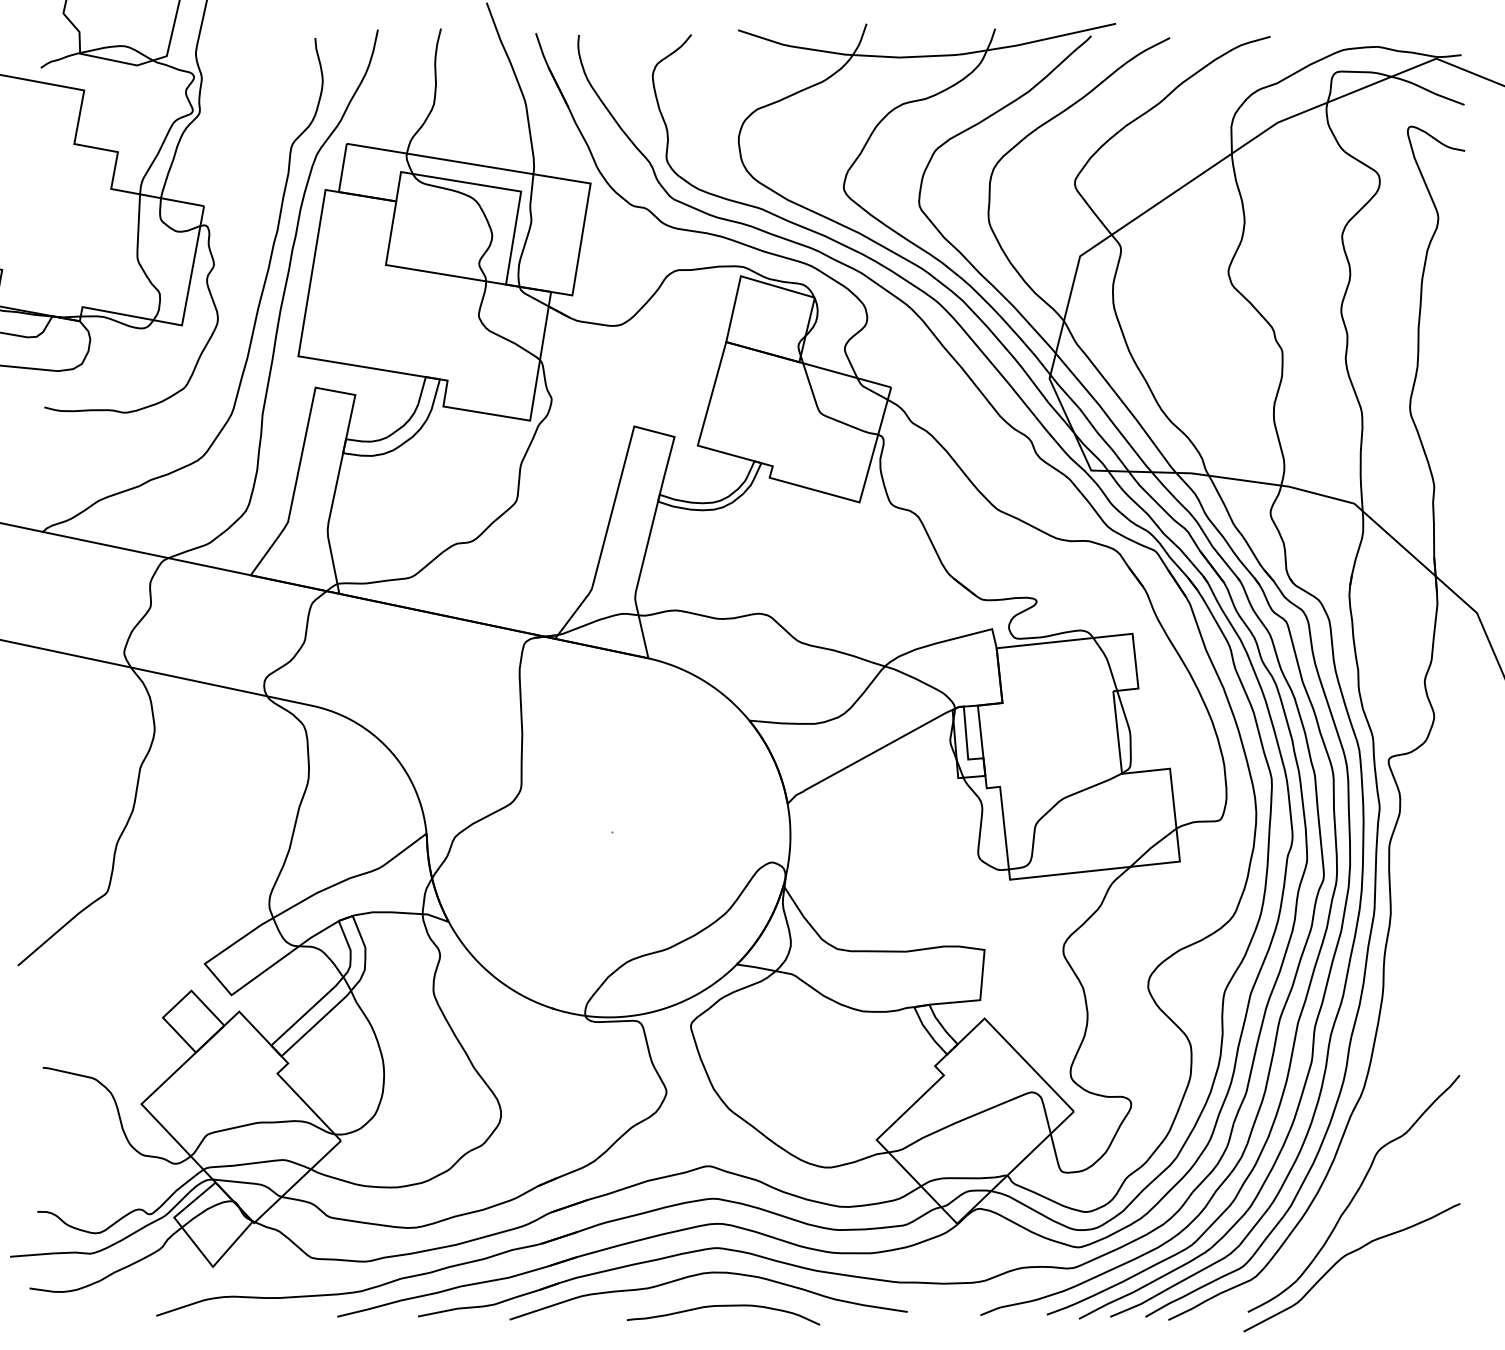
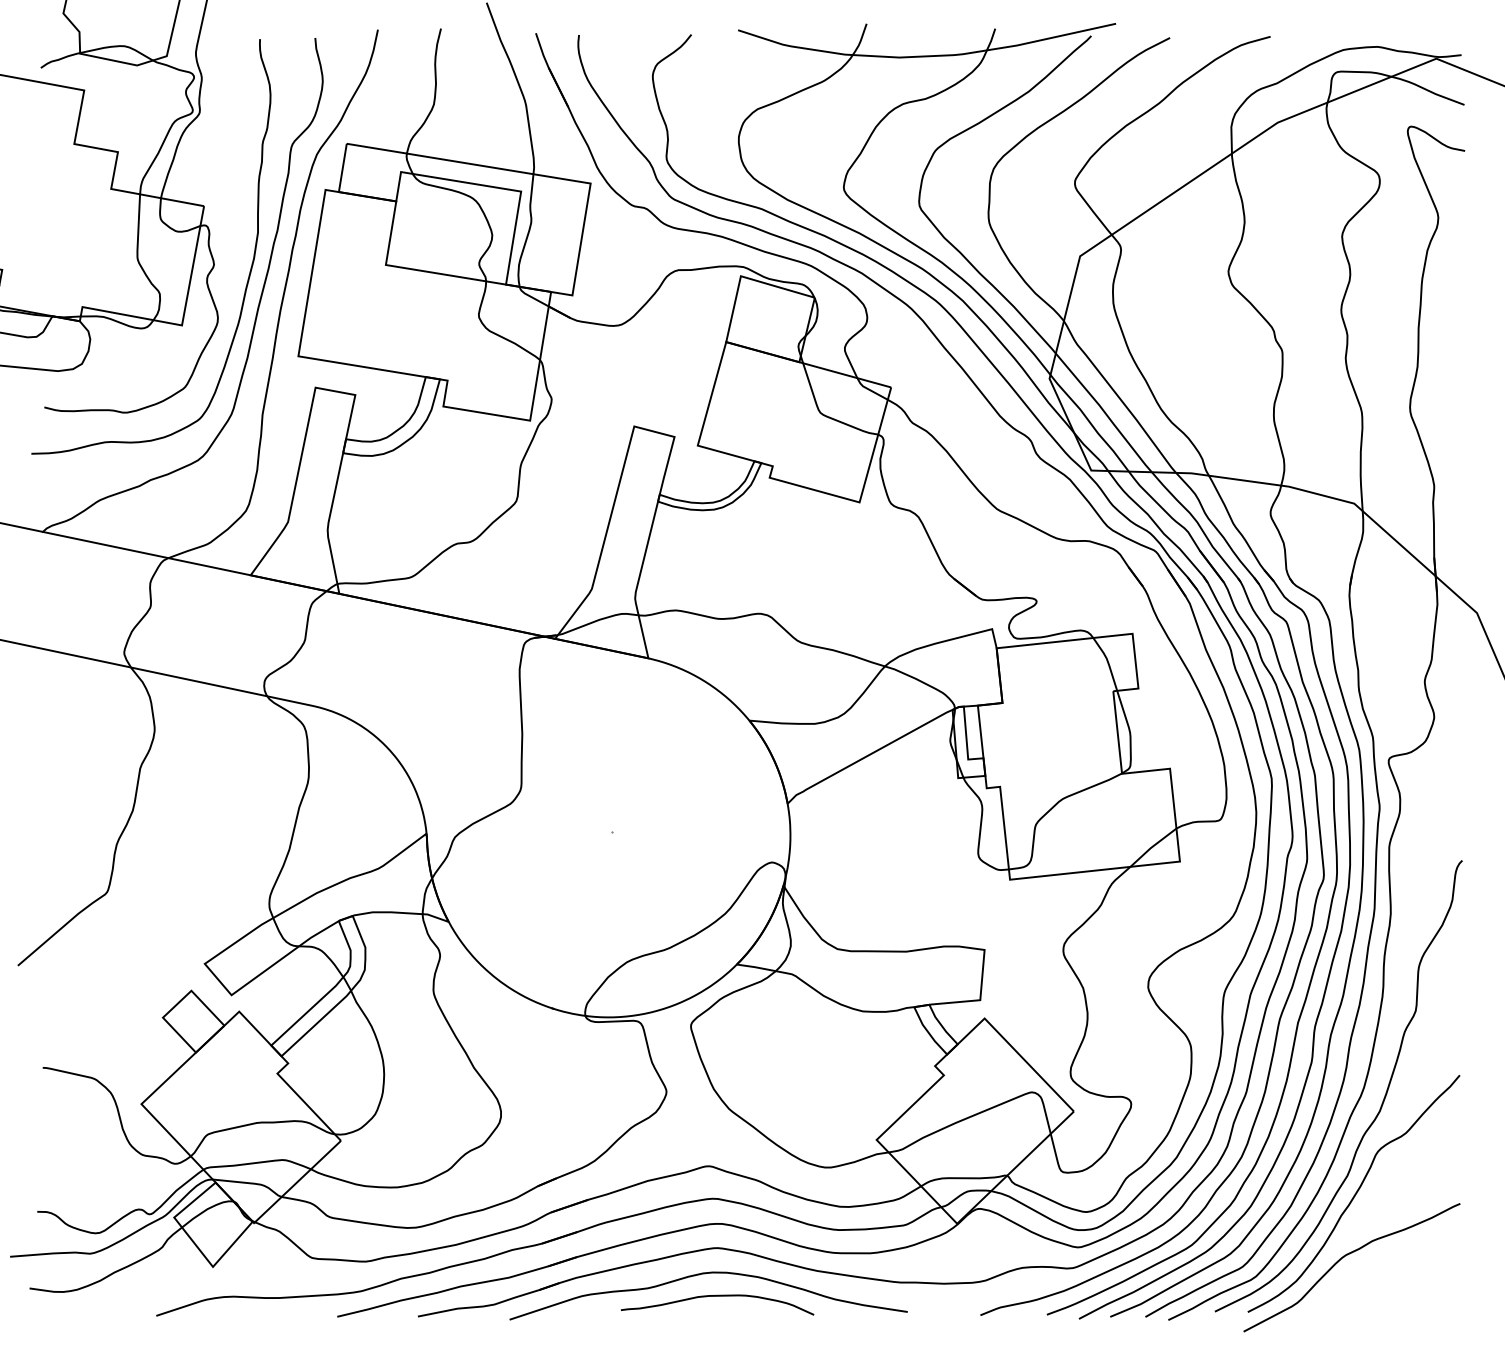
curve at (249, 271): none -> present
curve at (1382, 1100): none -> present
curve at (723, 1306) position: (723, 1306) -> (717, 1296)
